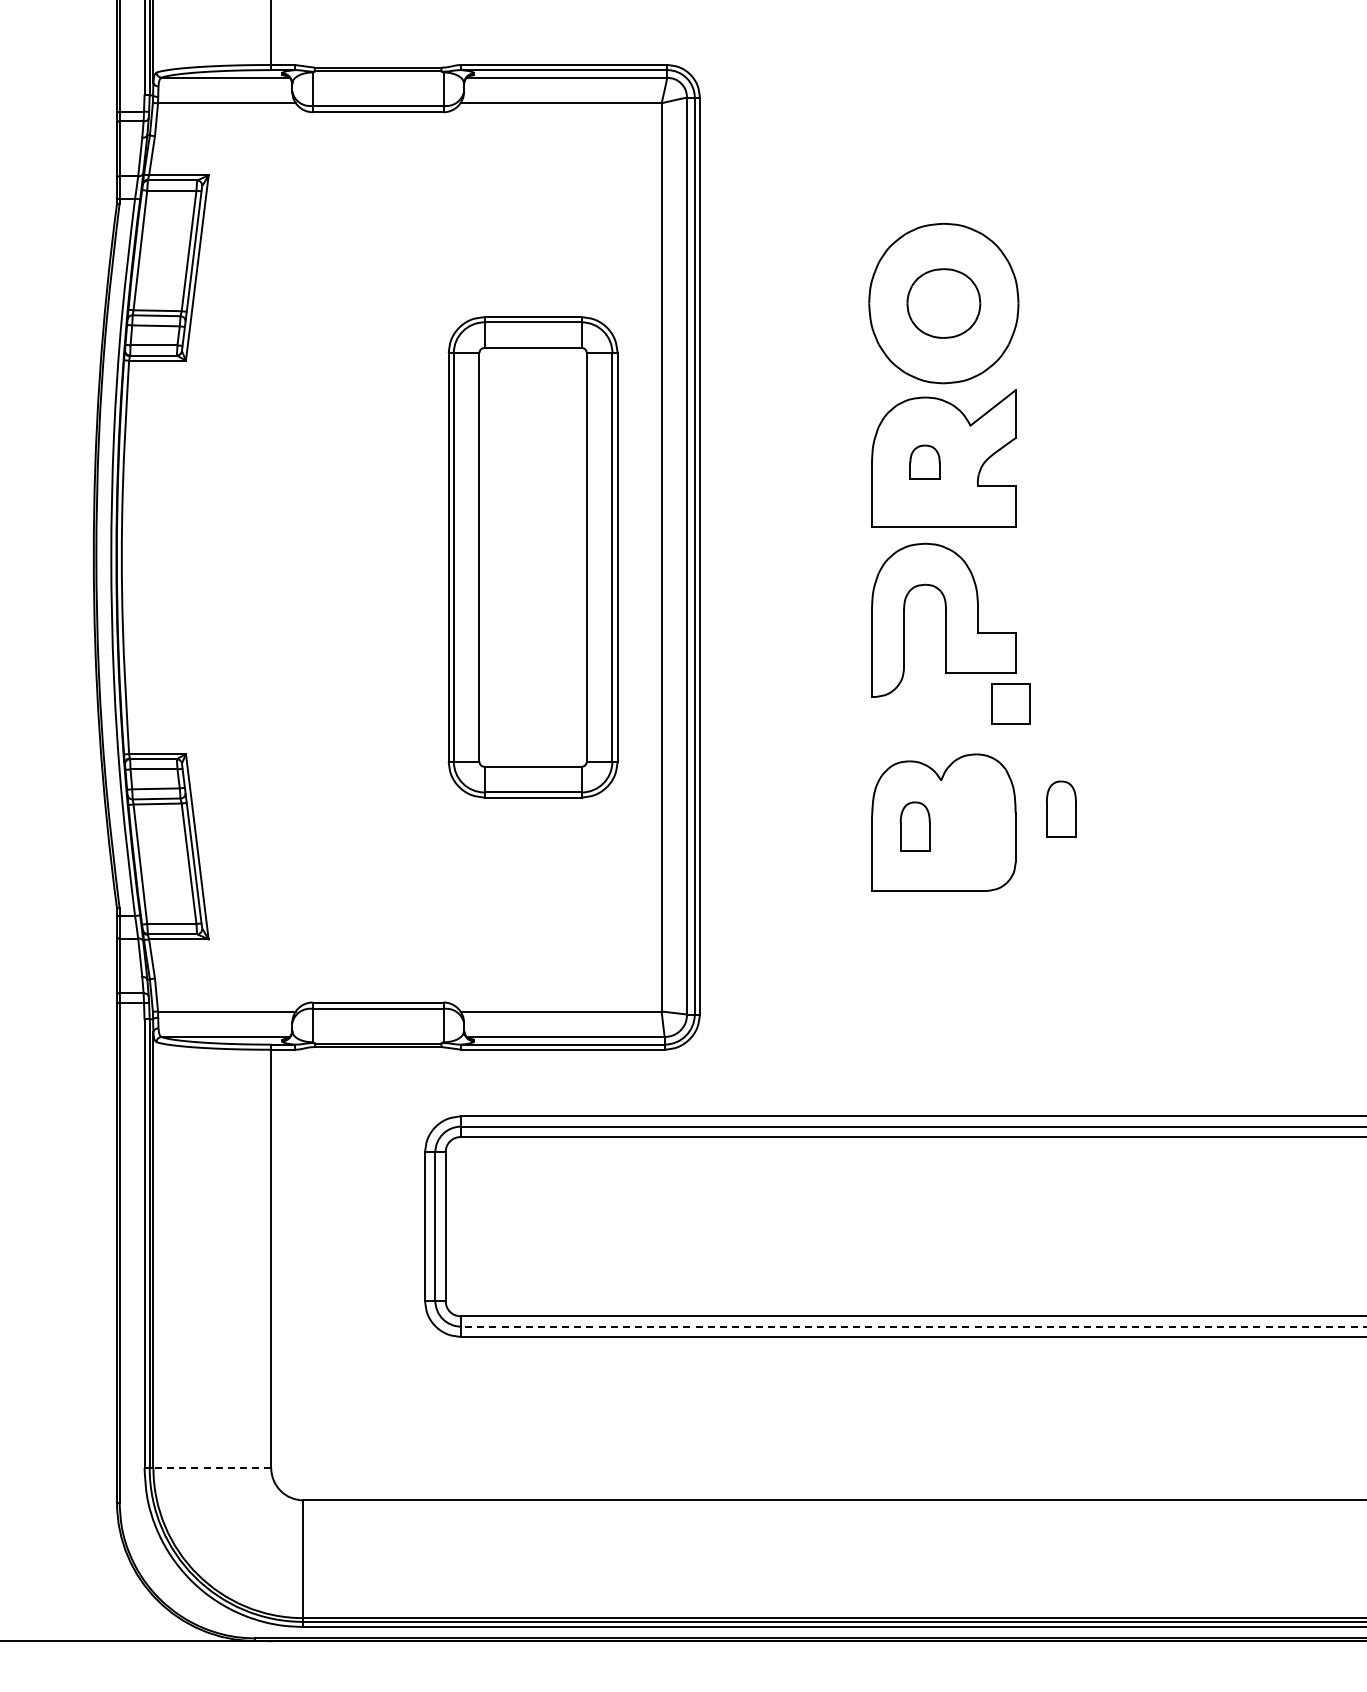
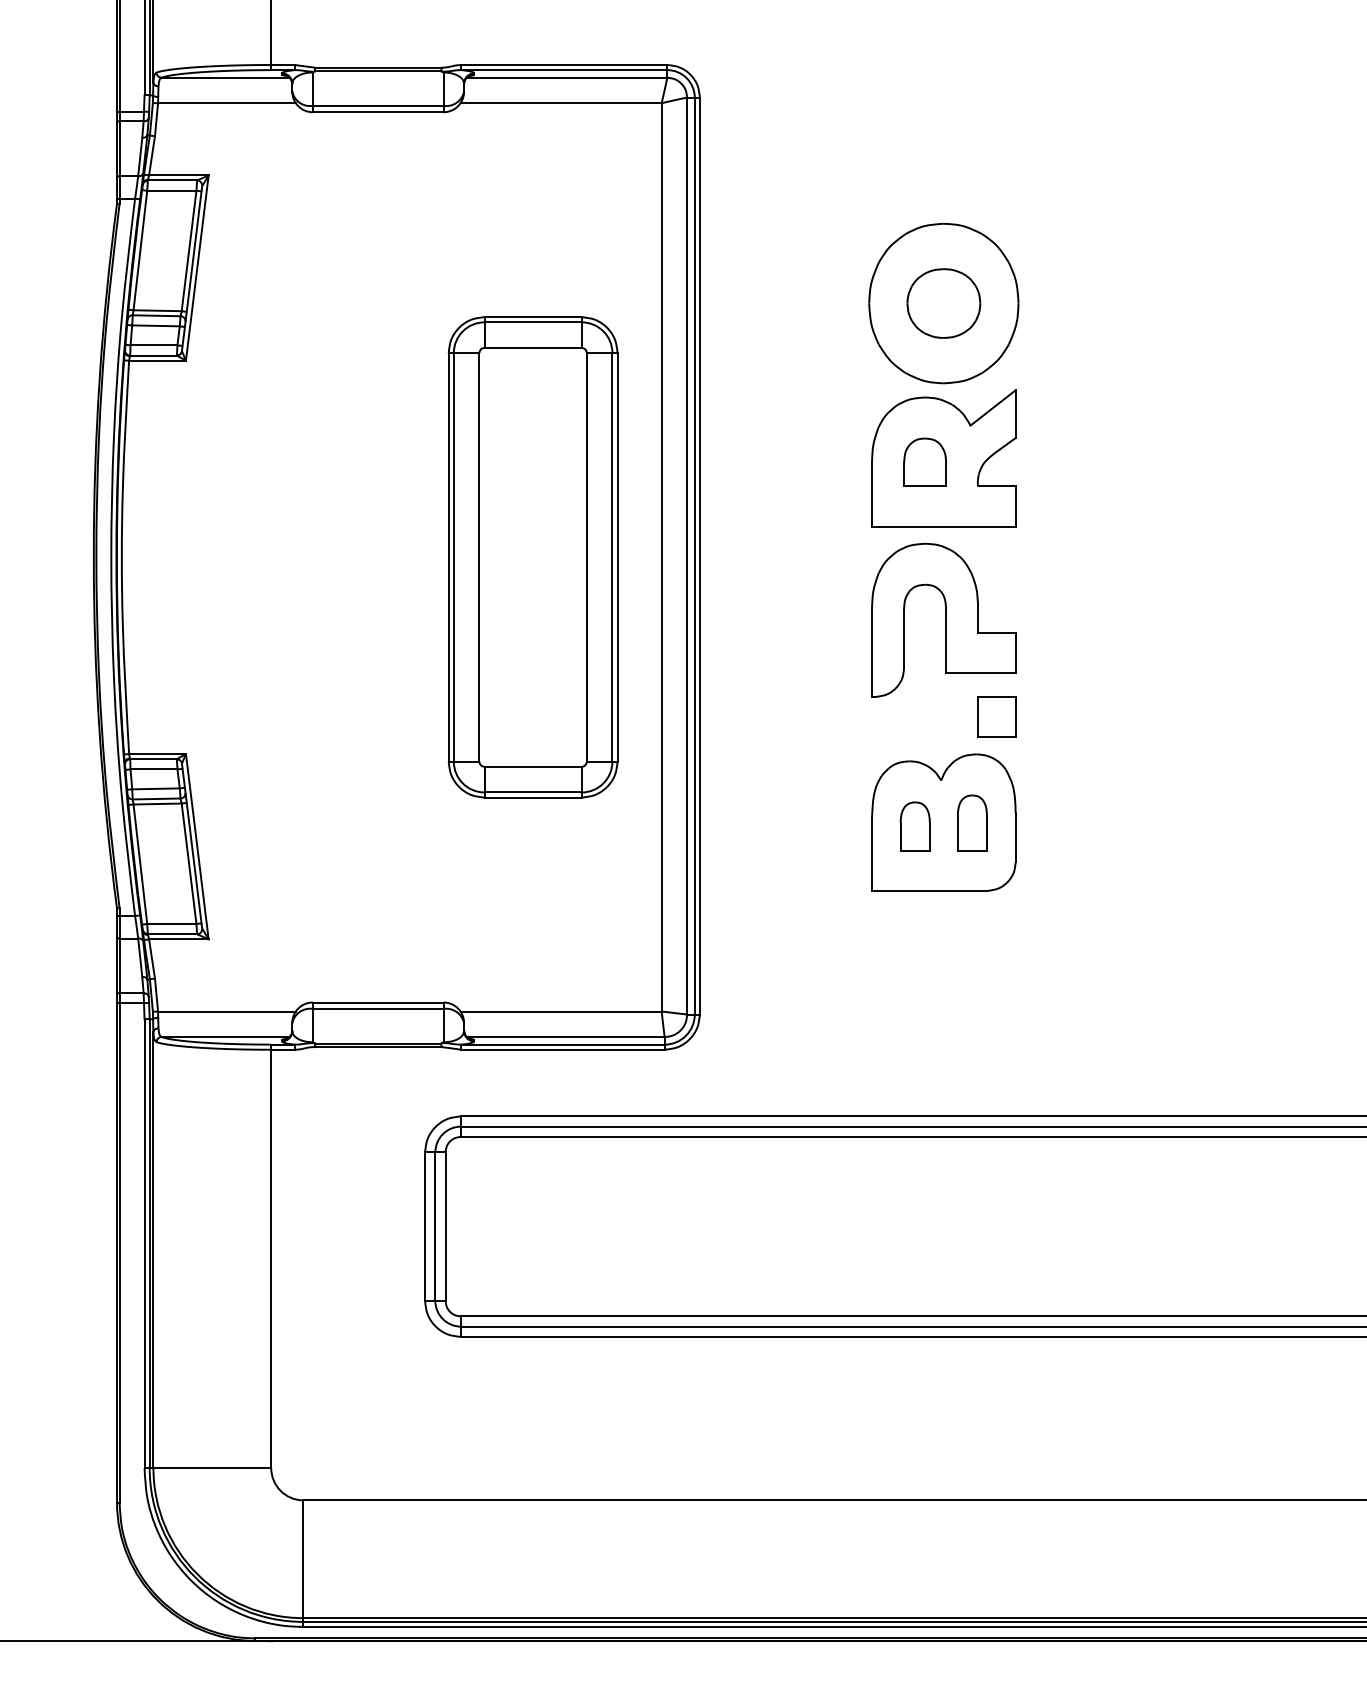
part at (924, 461) size: 32x36 px -> 44x50 px
part at (1010, 703) position: (1010, 703) -> (996, 716)
part at (1061, 808) position: (1061, 808) -> (972, 822)
line at (913, 1326): dashed -> solid
line at (212, 1468): dashed -> solid
